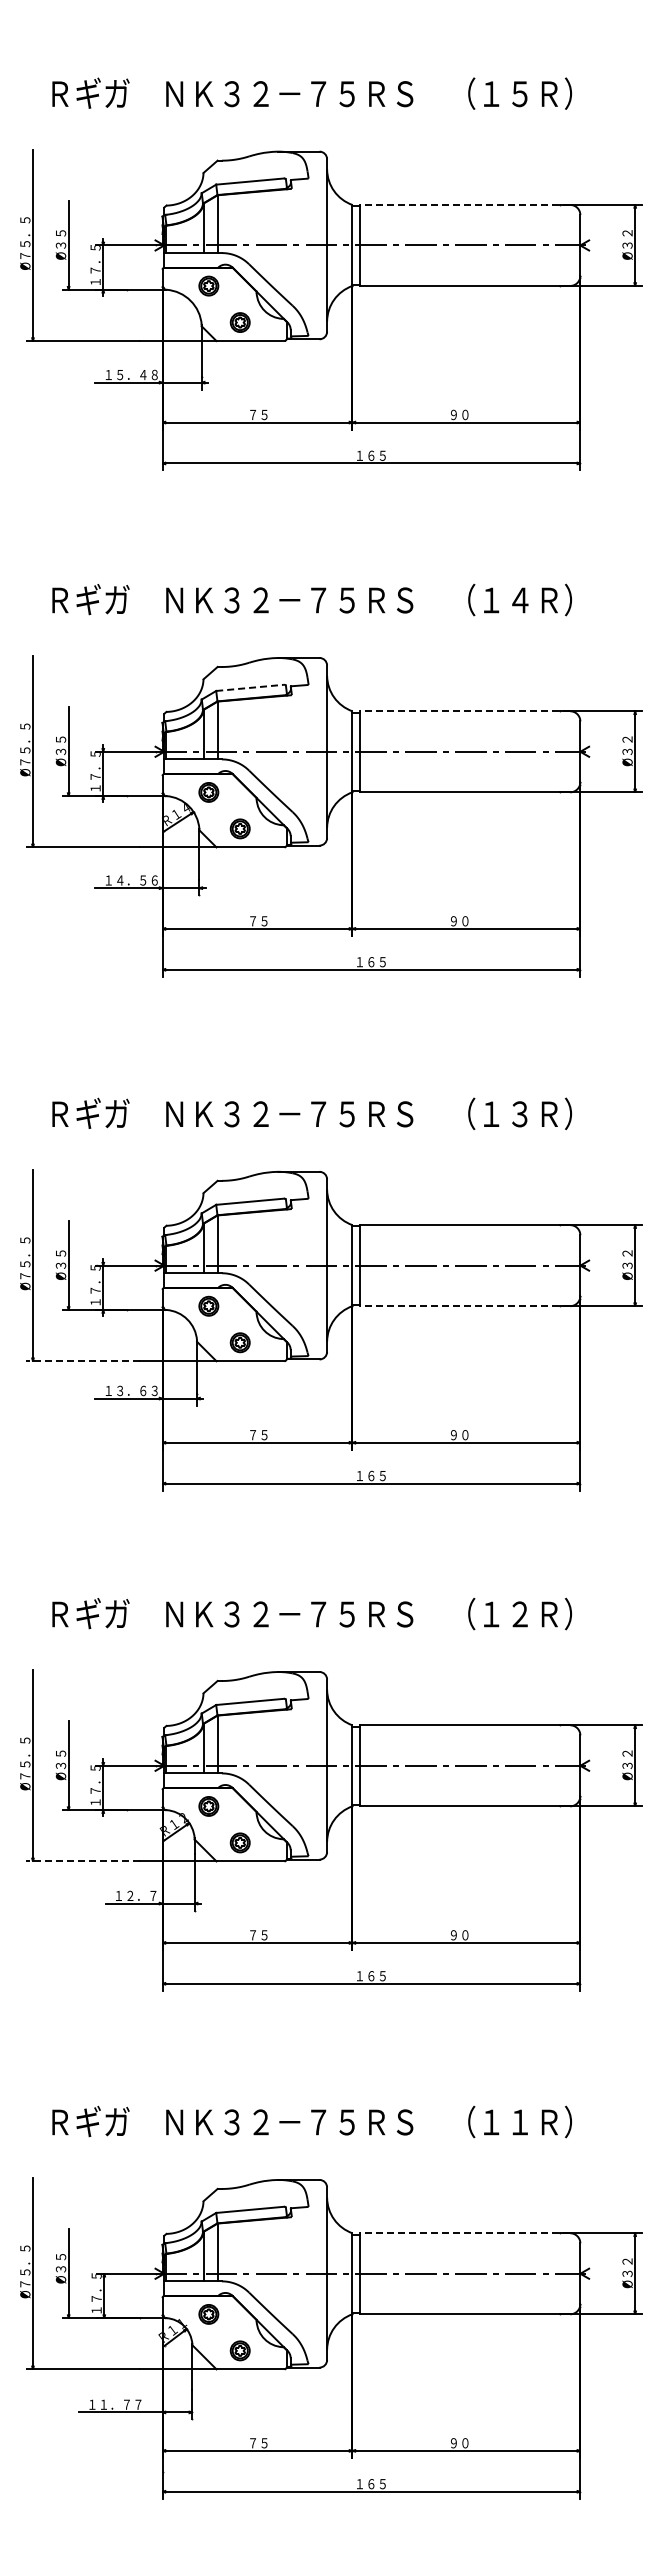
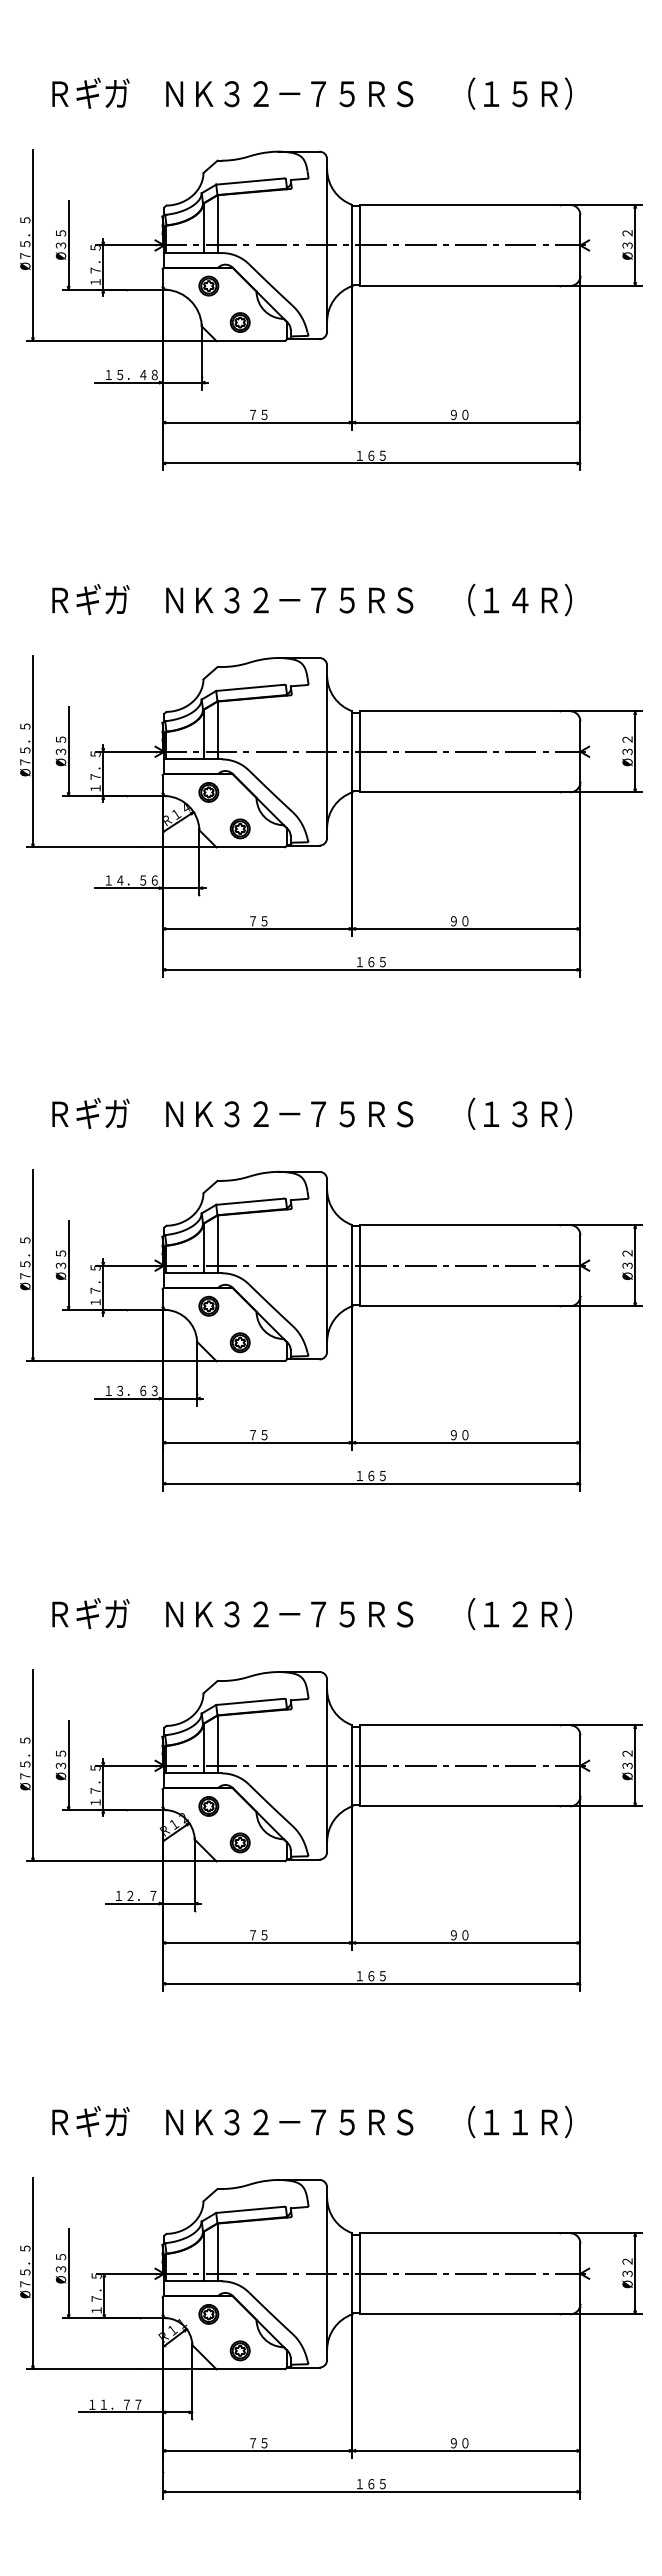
line at (464, 204): dashed -> solid
line at (250, 687): dashed -> solid
line at (464, 711): dashed -> solid
line at (464, 1306): dashed -> solid
line at (82, 1361): dashed -> solid
line at (82, 1861): dashed -> solid
line at (464, 2233): dashed -> solid
